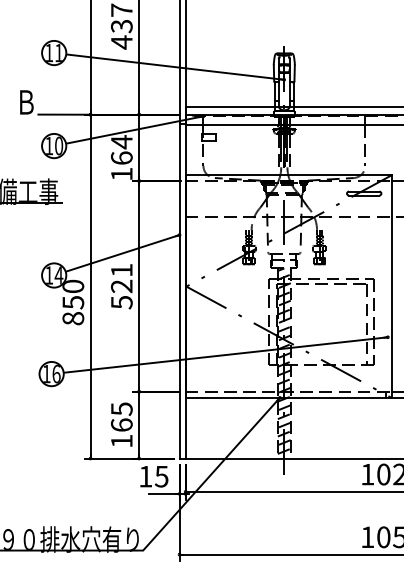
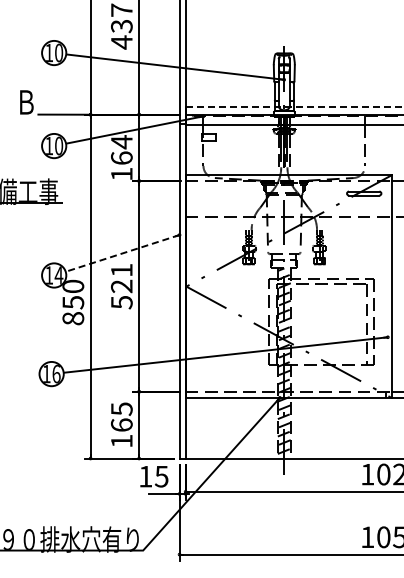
text at (59, 52): 11 -> 10
line at (294, 106): solid -> dashed
line at (122, 253): solid -> dashed
